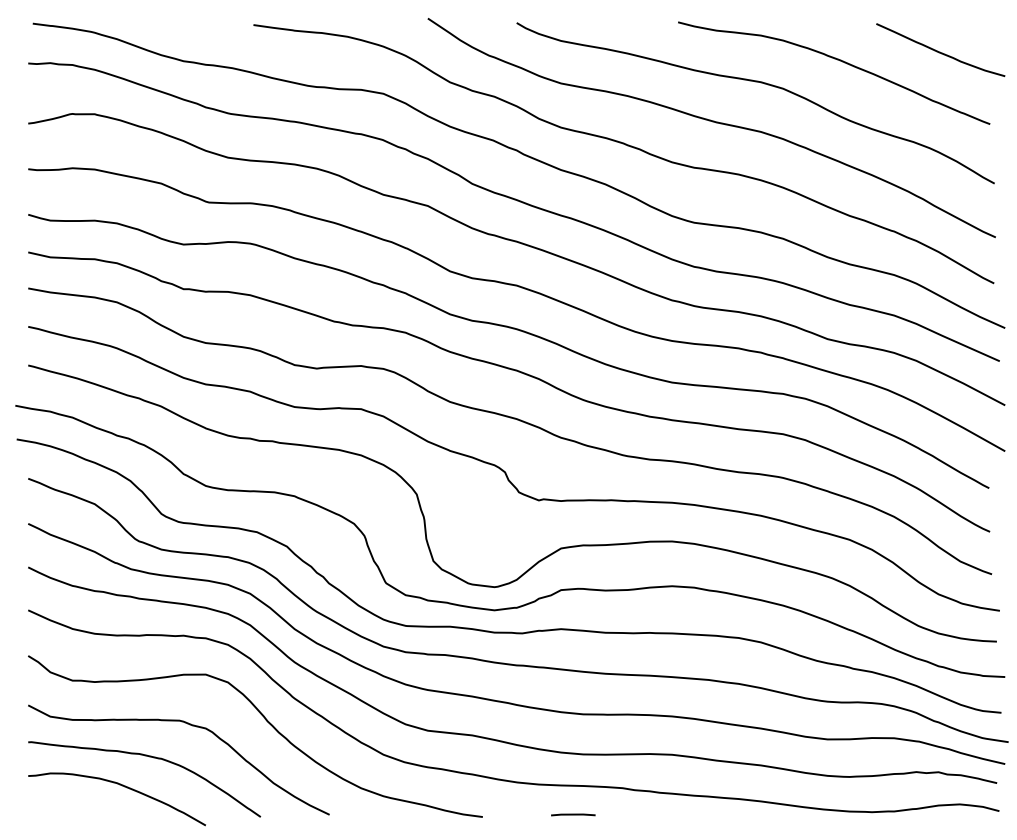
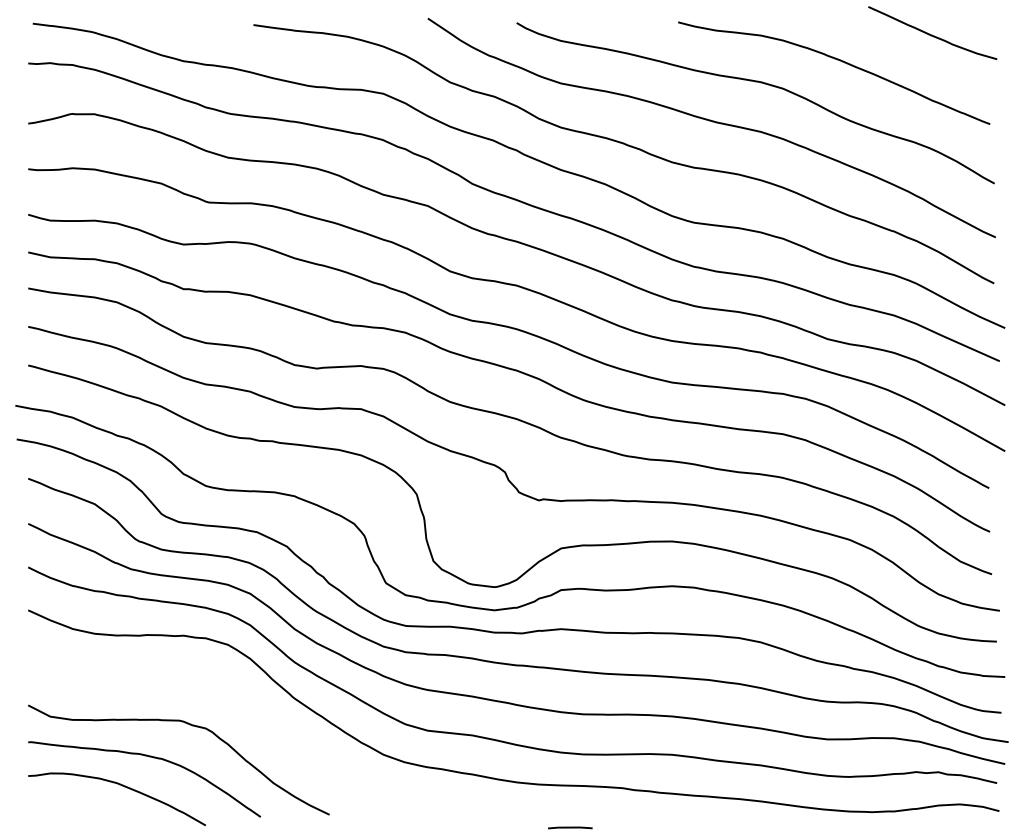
curve at (940, 51) position: (940, 51) -> (932, 34)
curve at (268, 723): present -> none
line at (573, 814) position: (573, 814) -> (570, 827)
